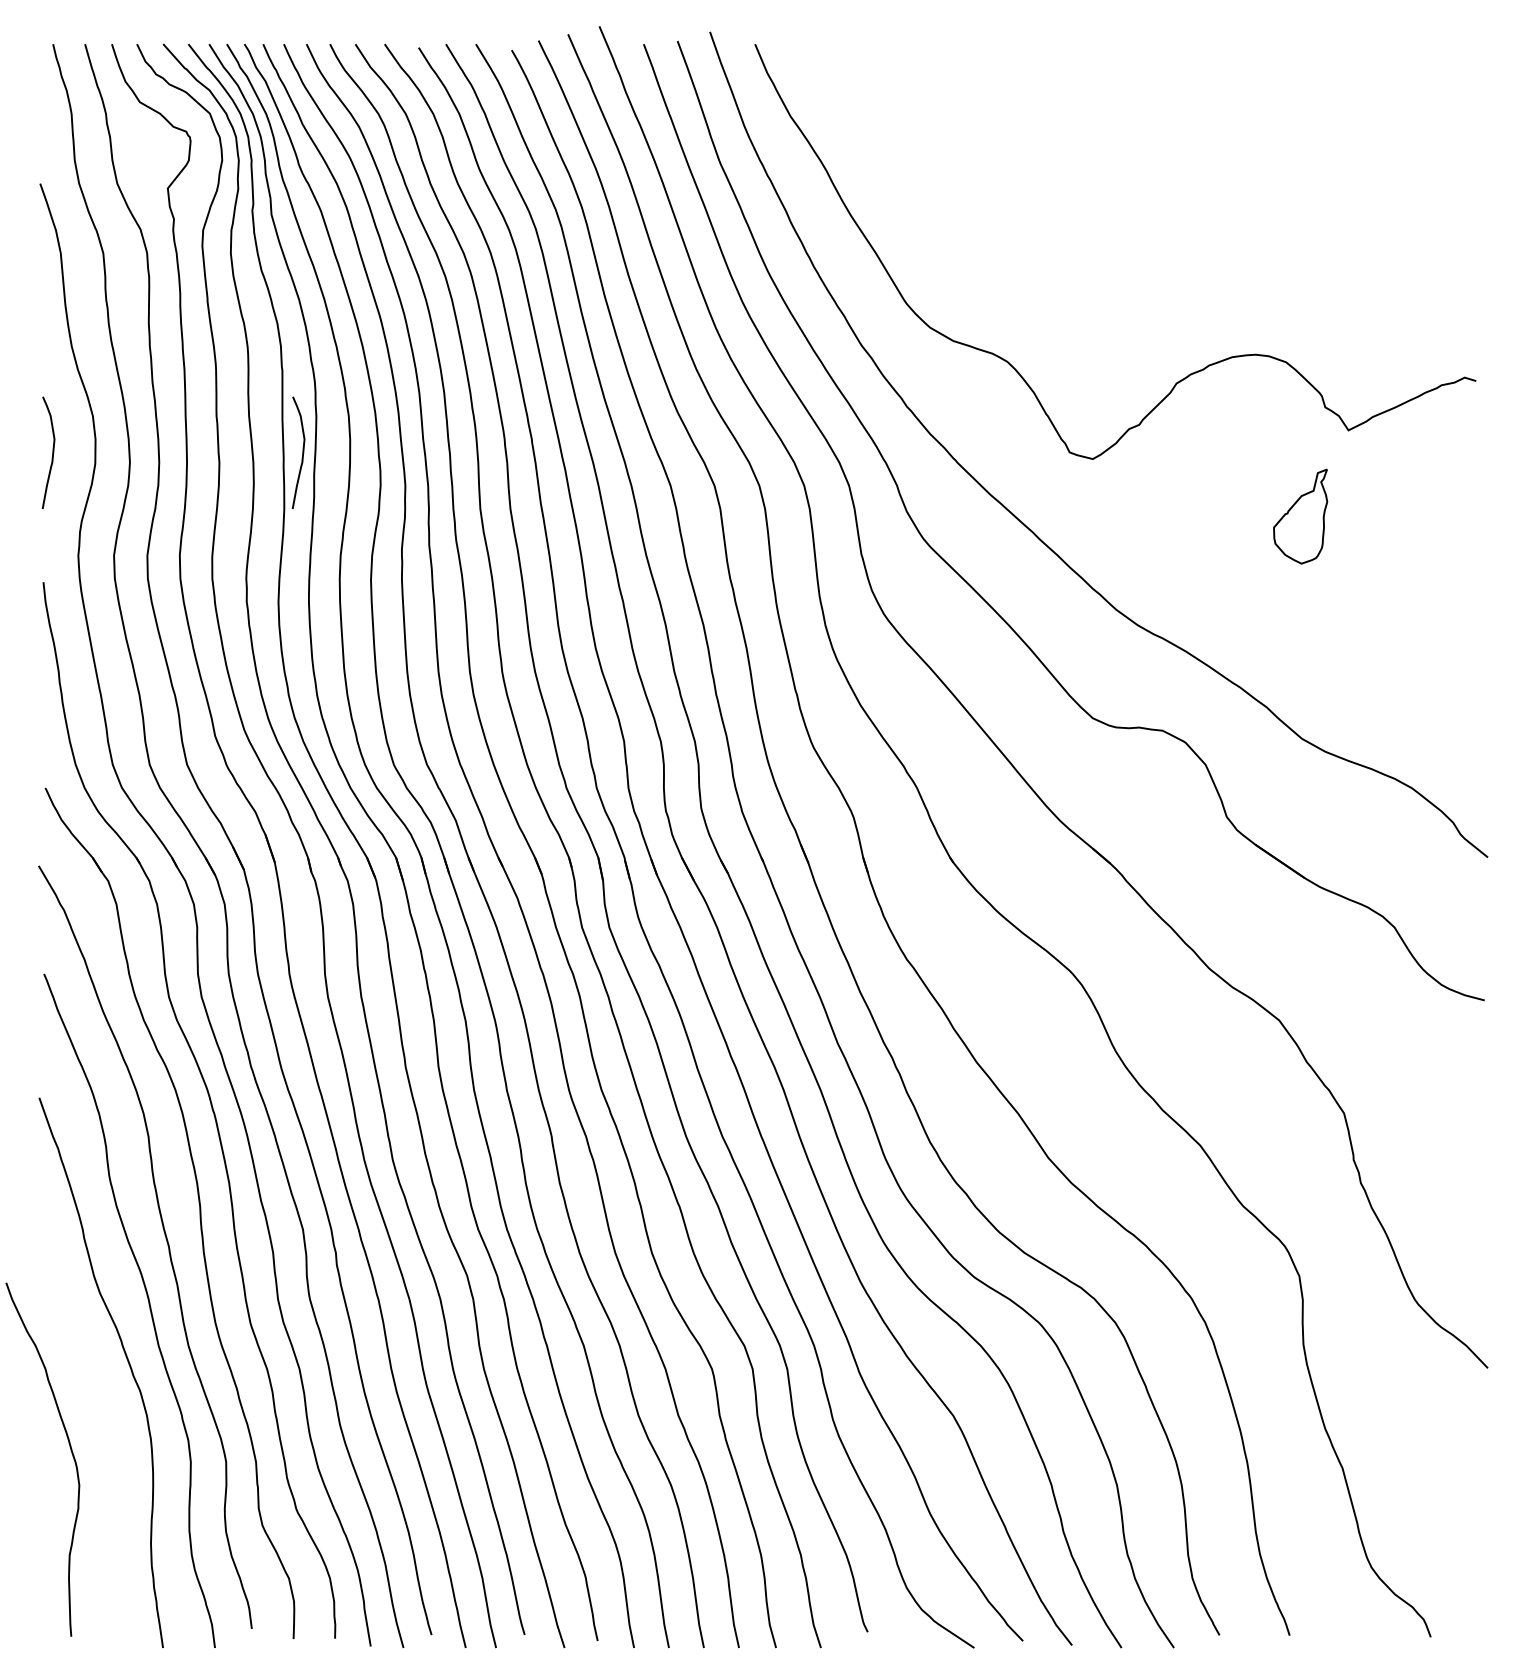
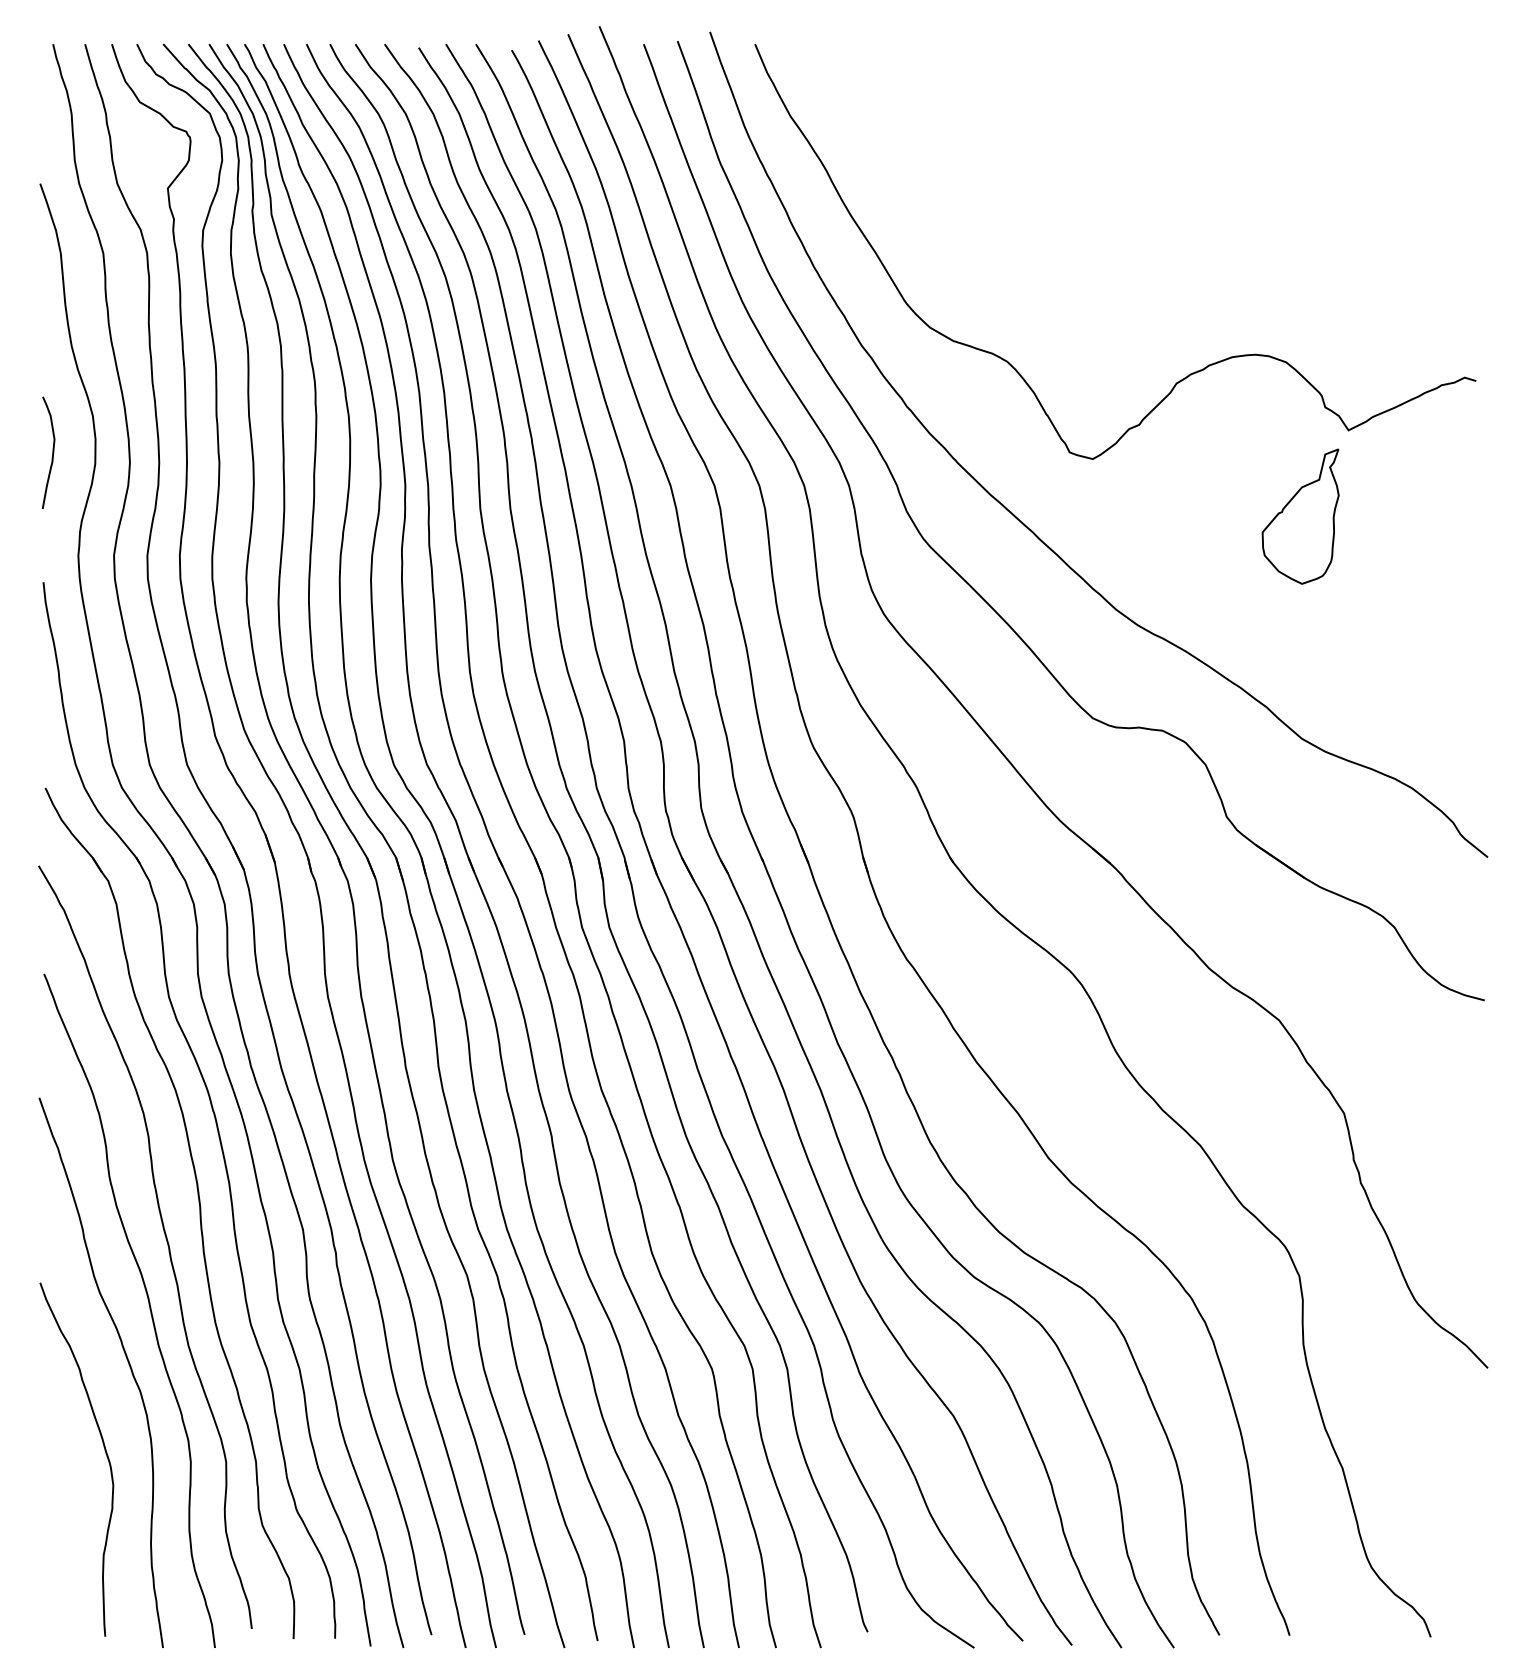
curve at (302, 452): present -> none
part at (1300, 516) size: 56x97 px -> 79x137 px
curve at (70, 1450) position: (70, 1450) -> (104, 1450)
